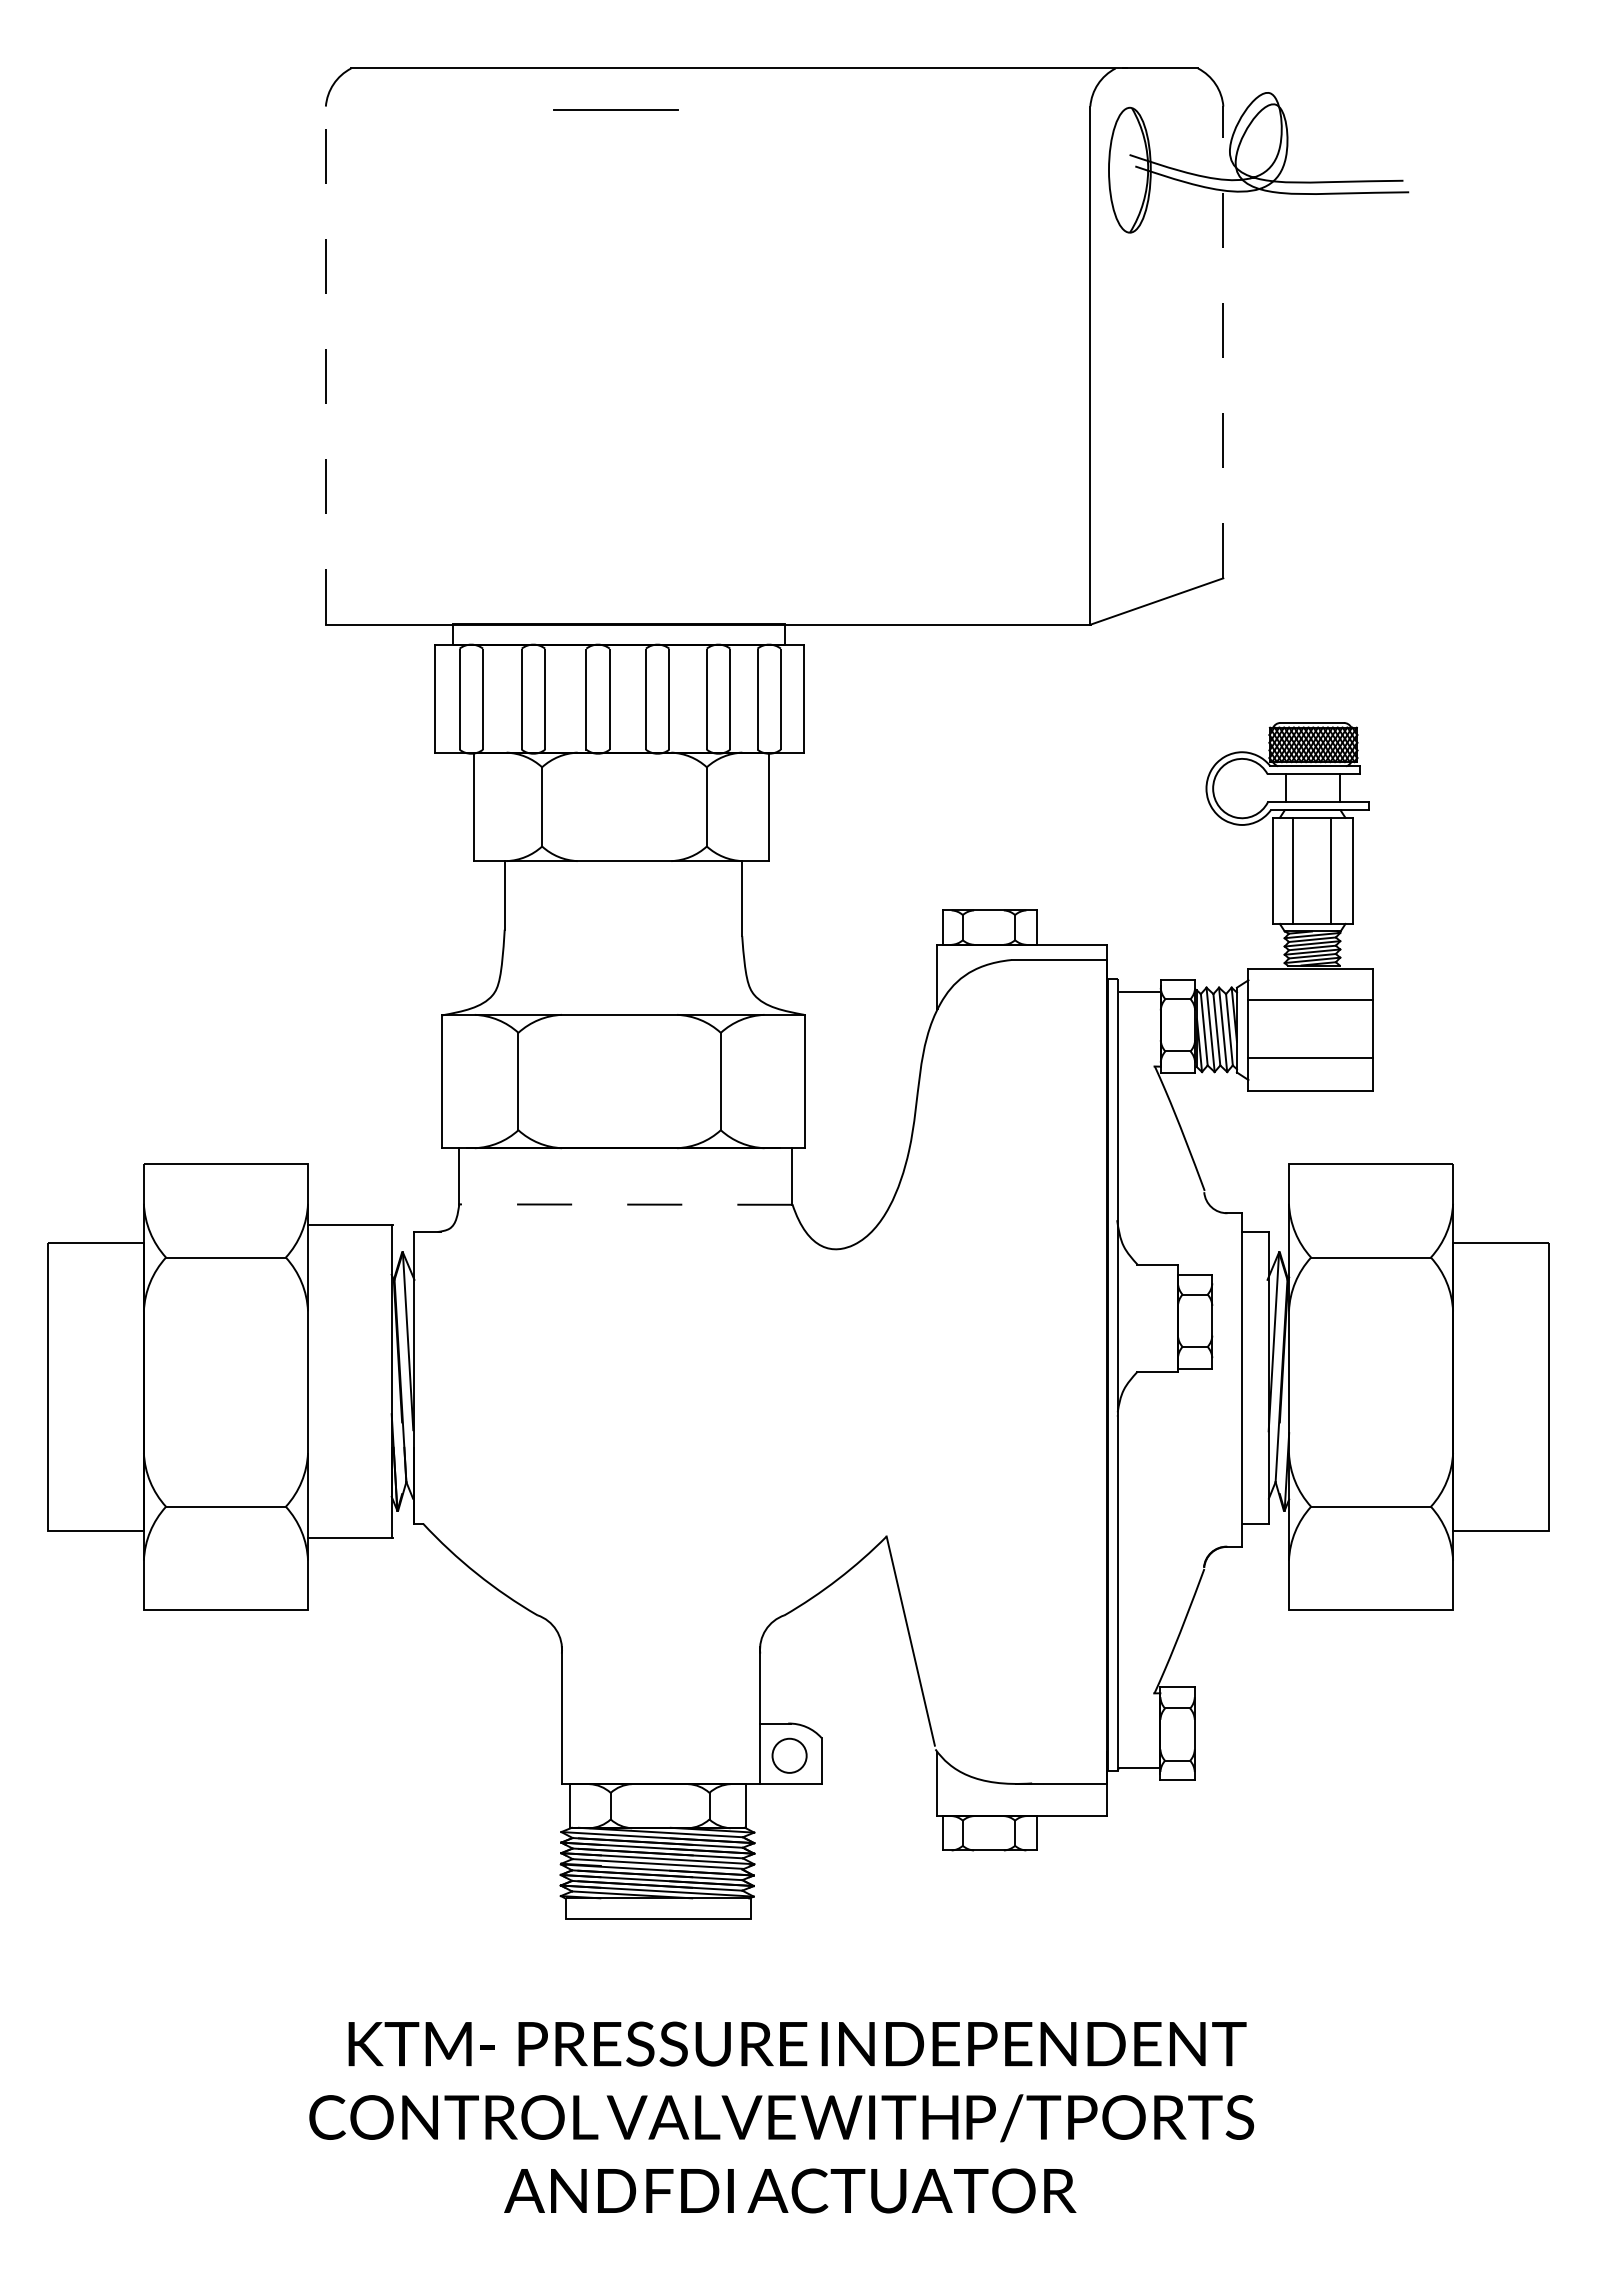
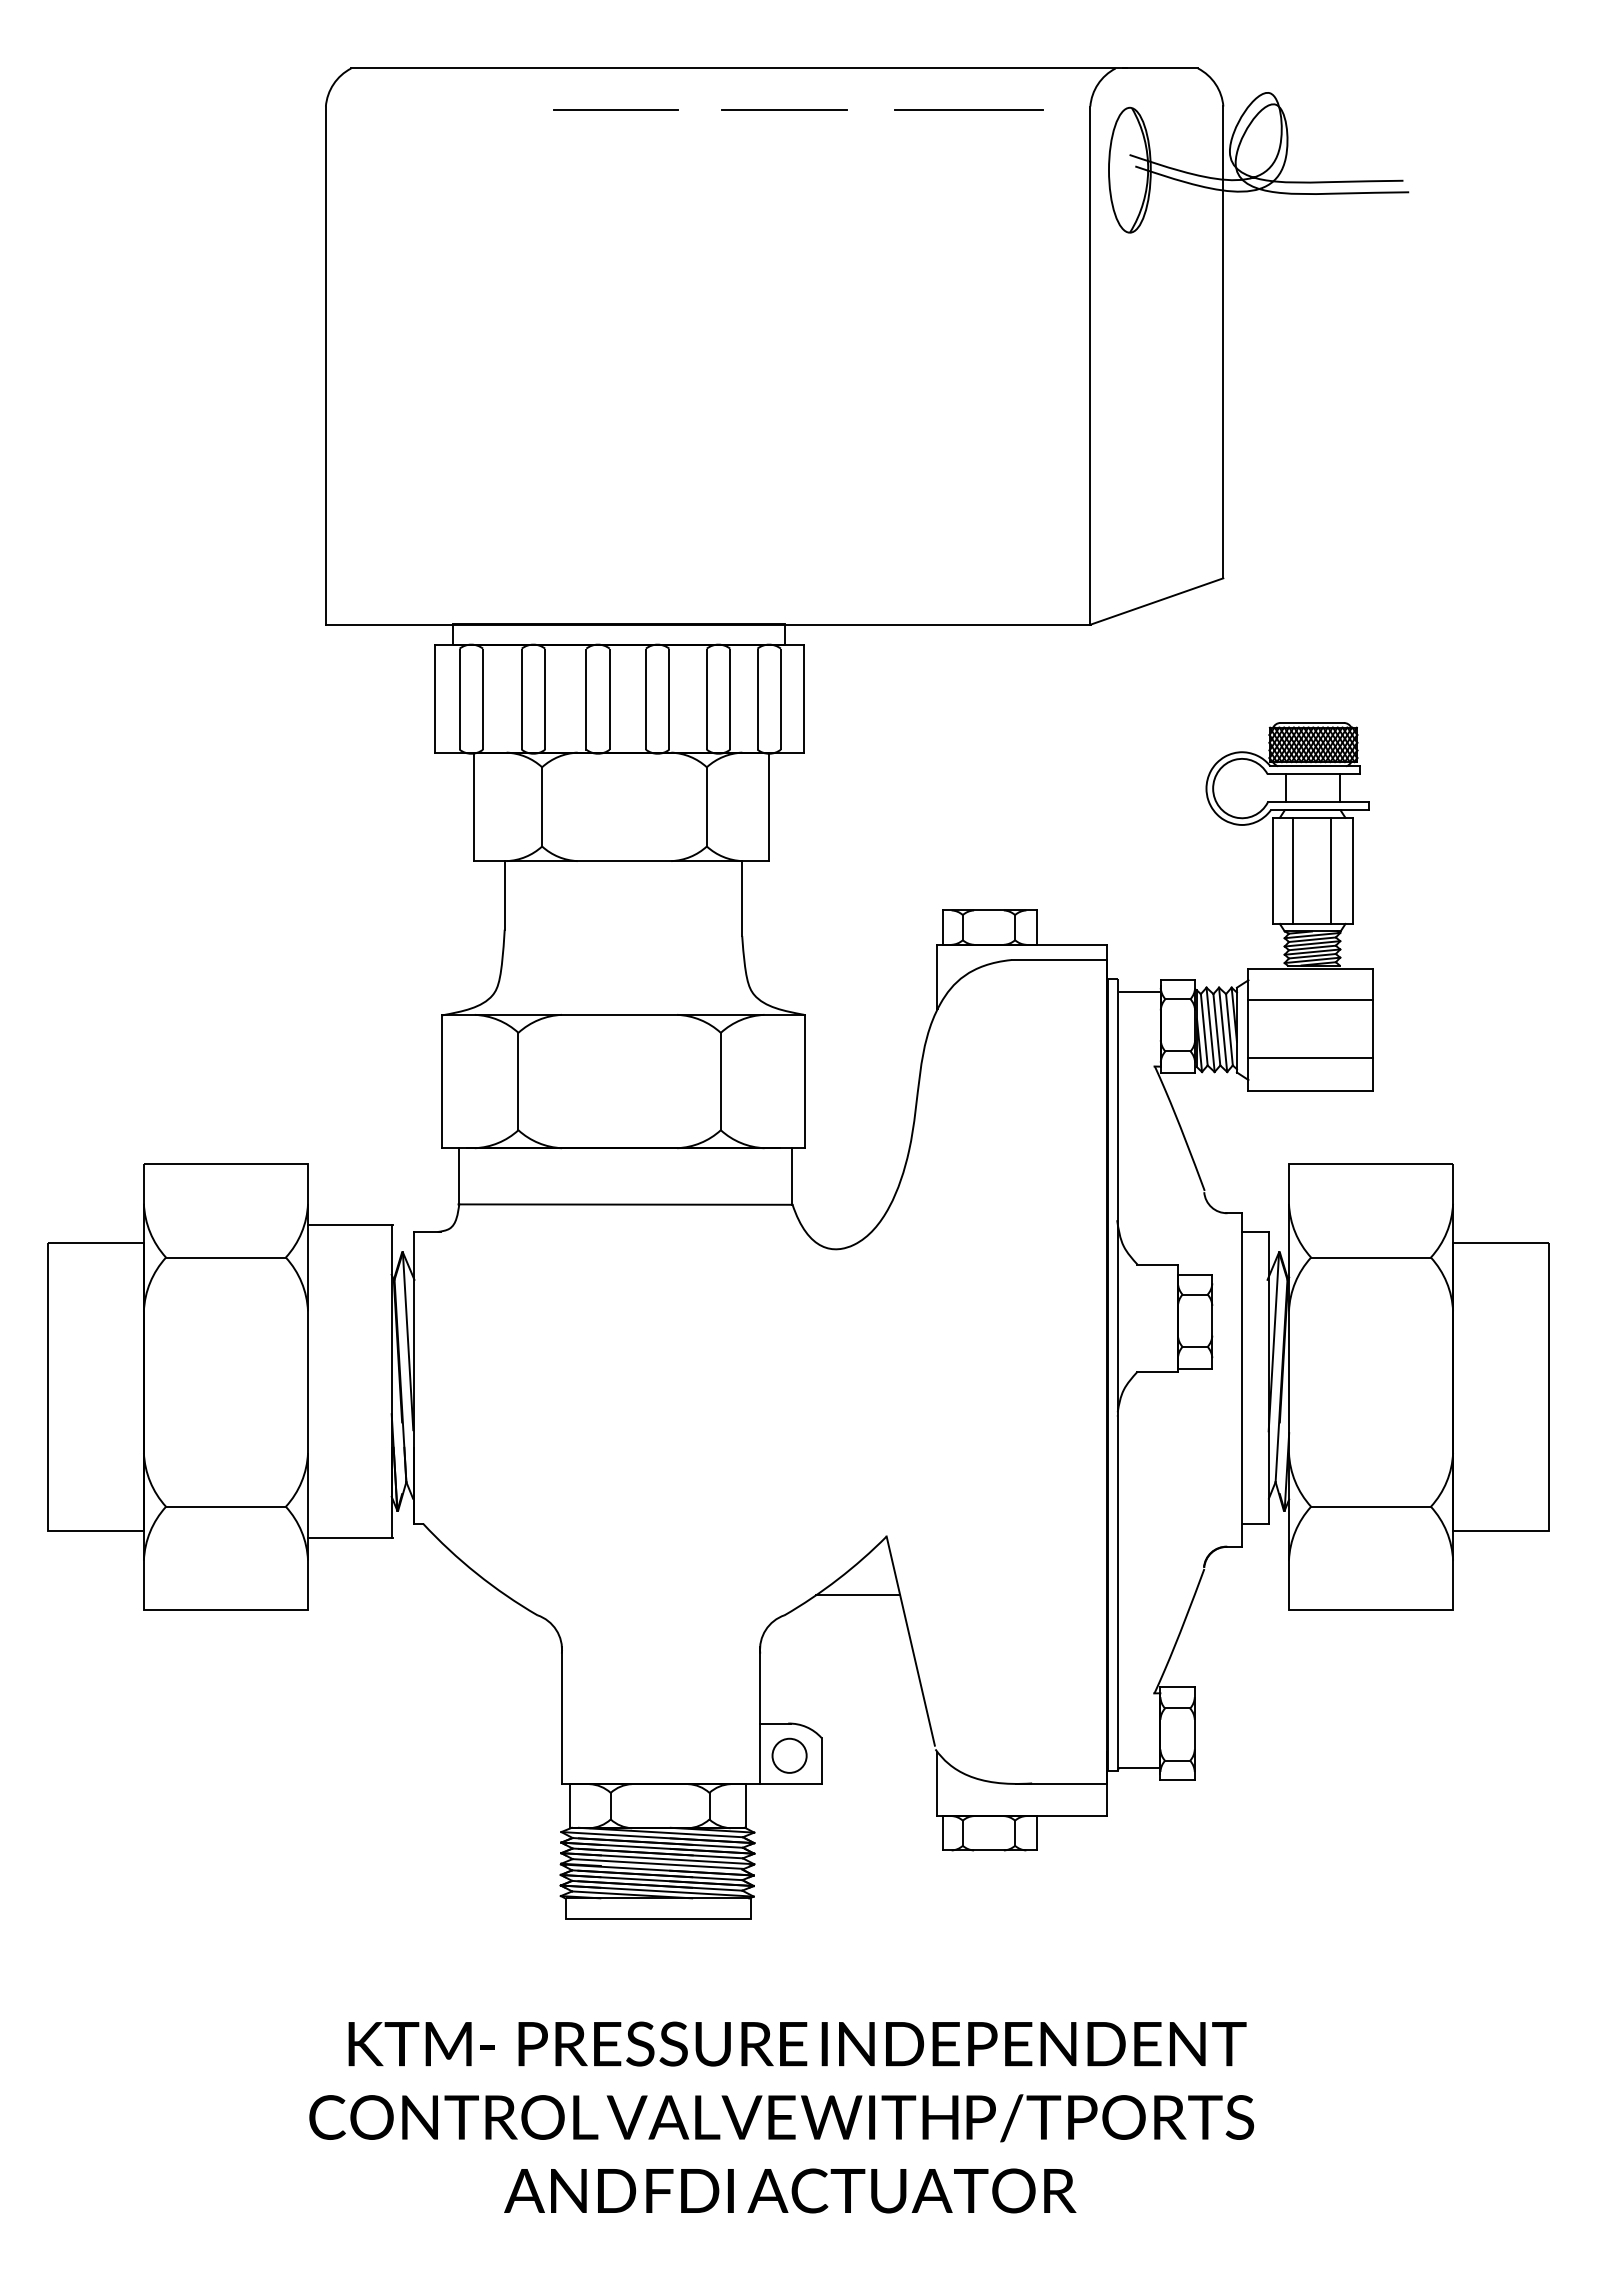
line at (784, 109): none -> present
line at (968, 109): none -> present
line at (1223, 341): dashed -> solid
line at (325, 365): dashed -> solid
line at (625, 1204): dashed -> solid
line at (858, 1595): none -> present
